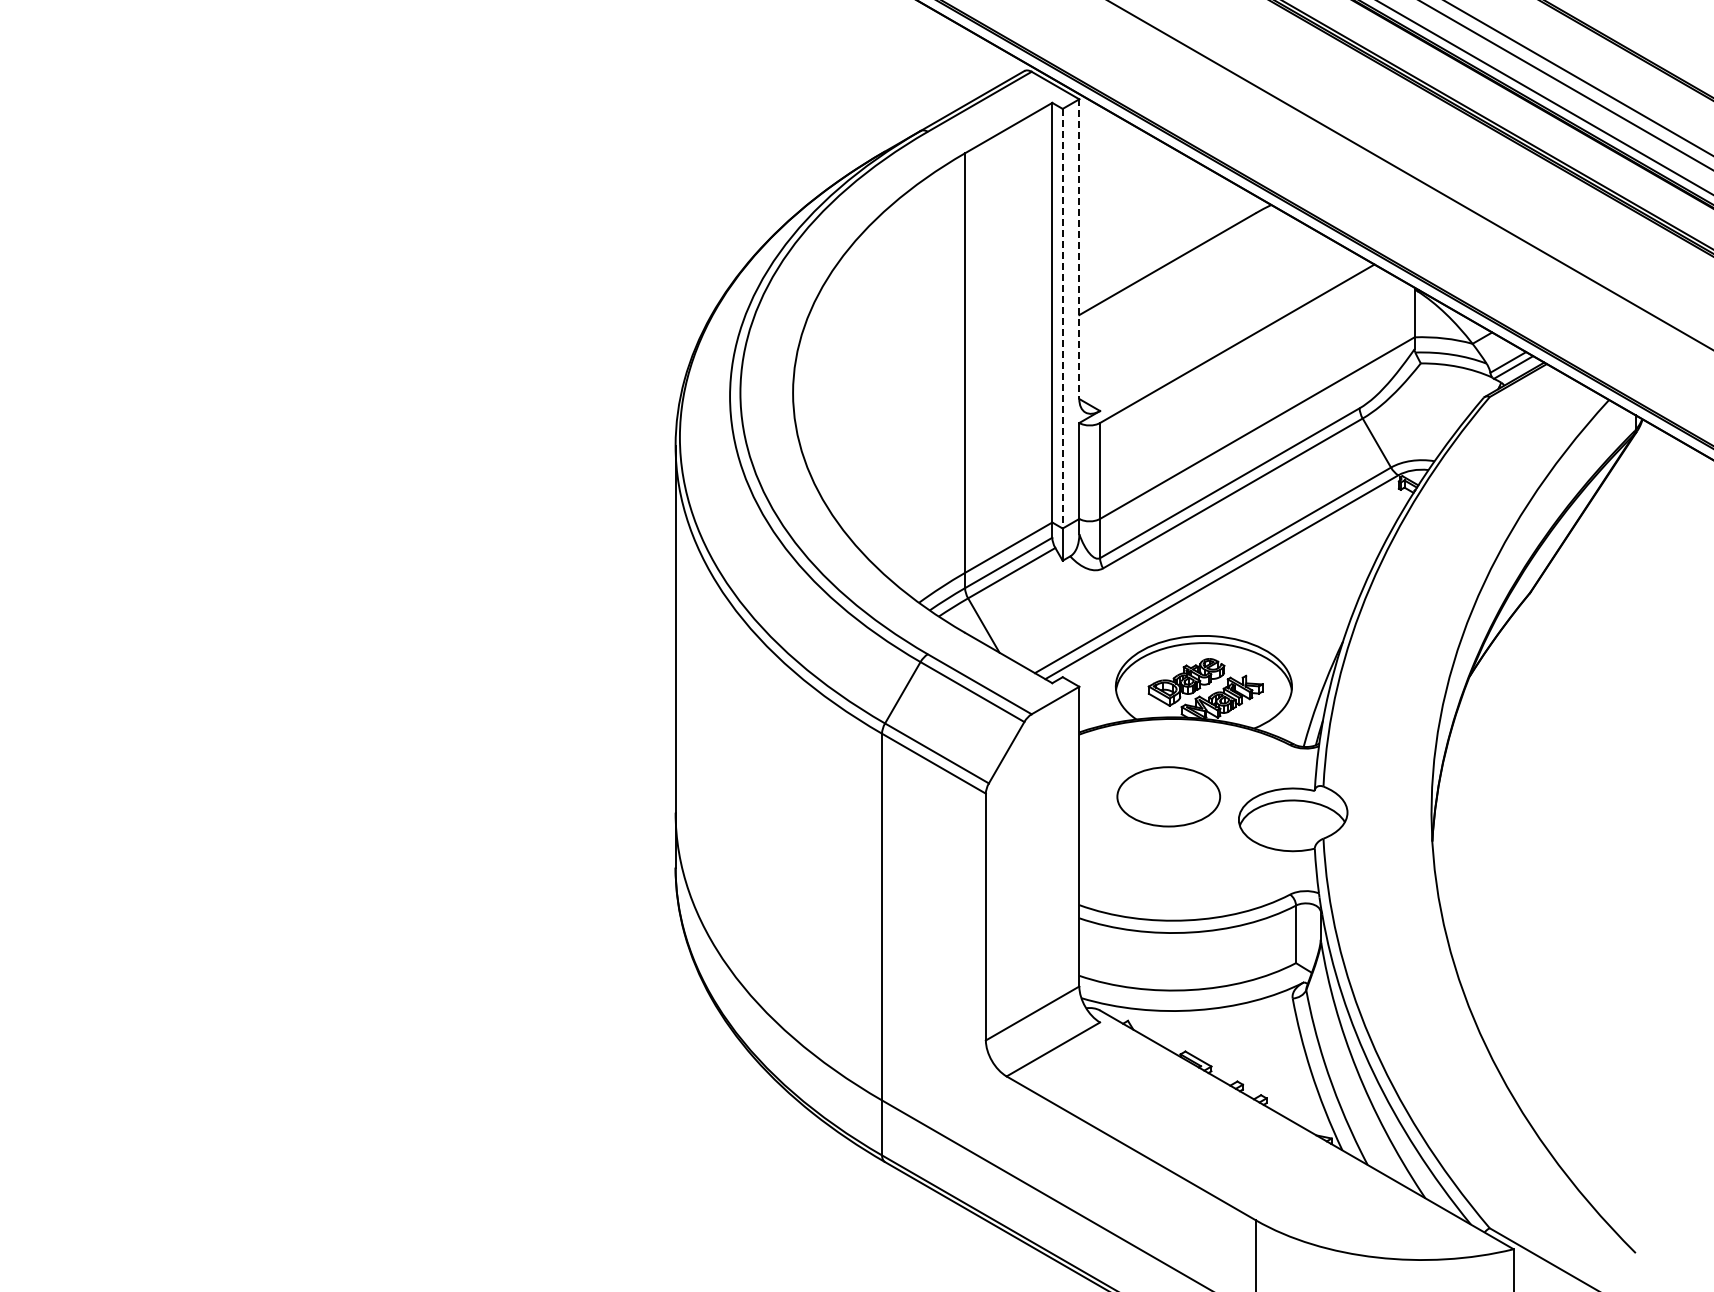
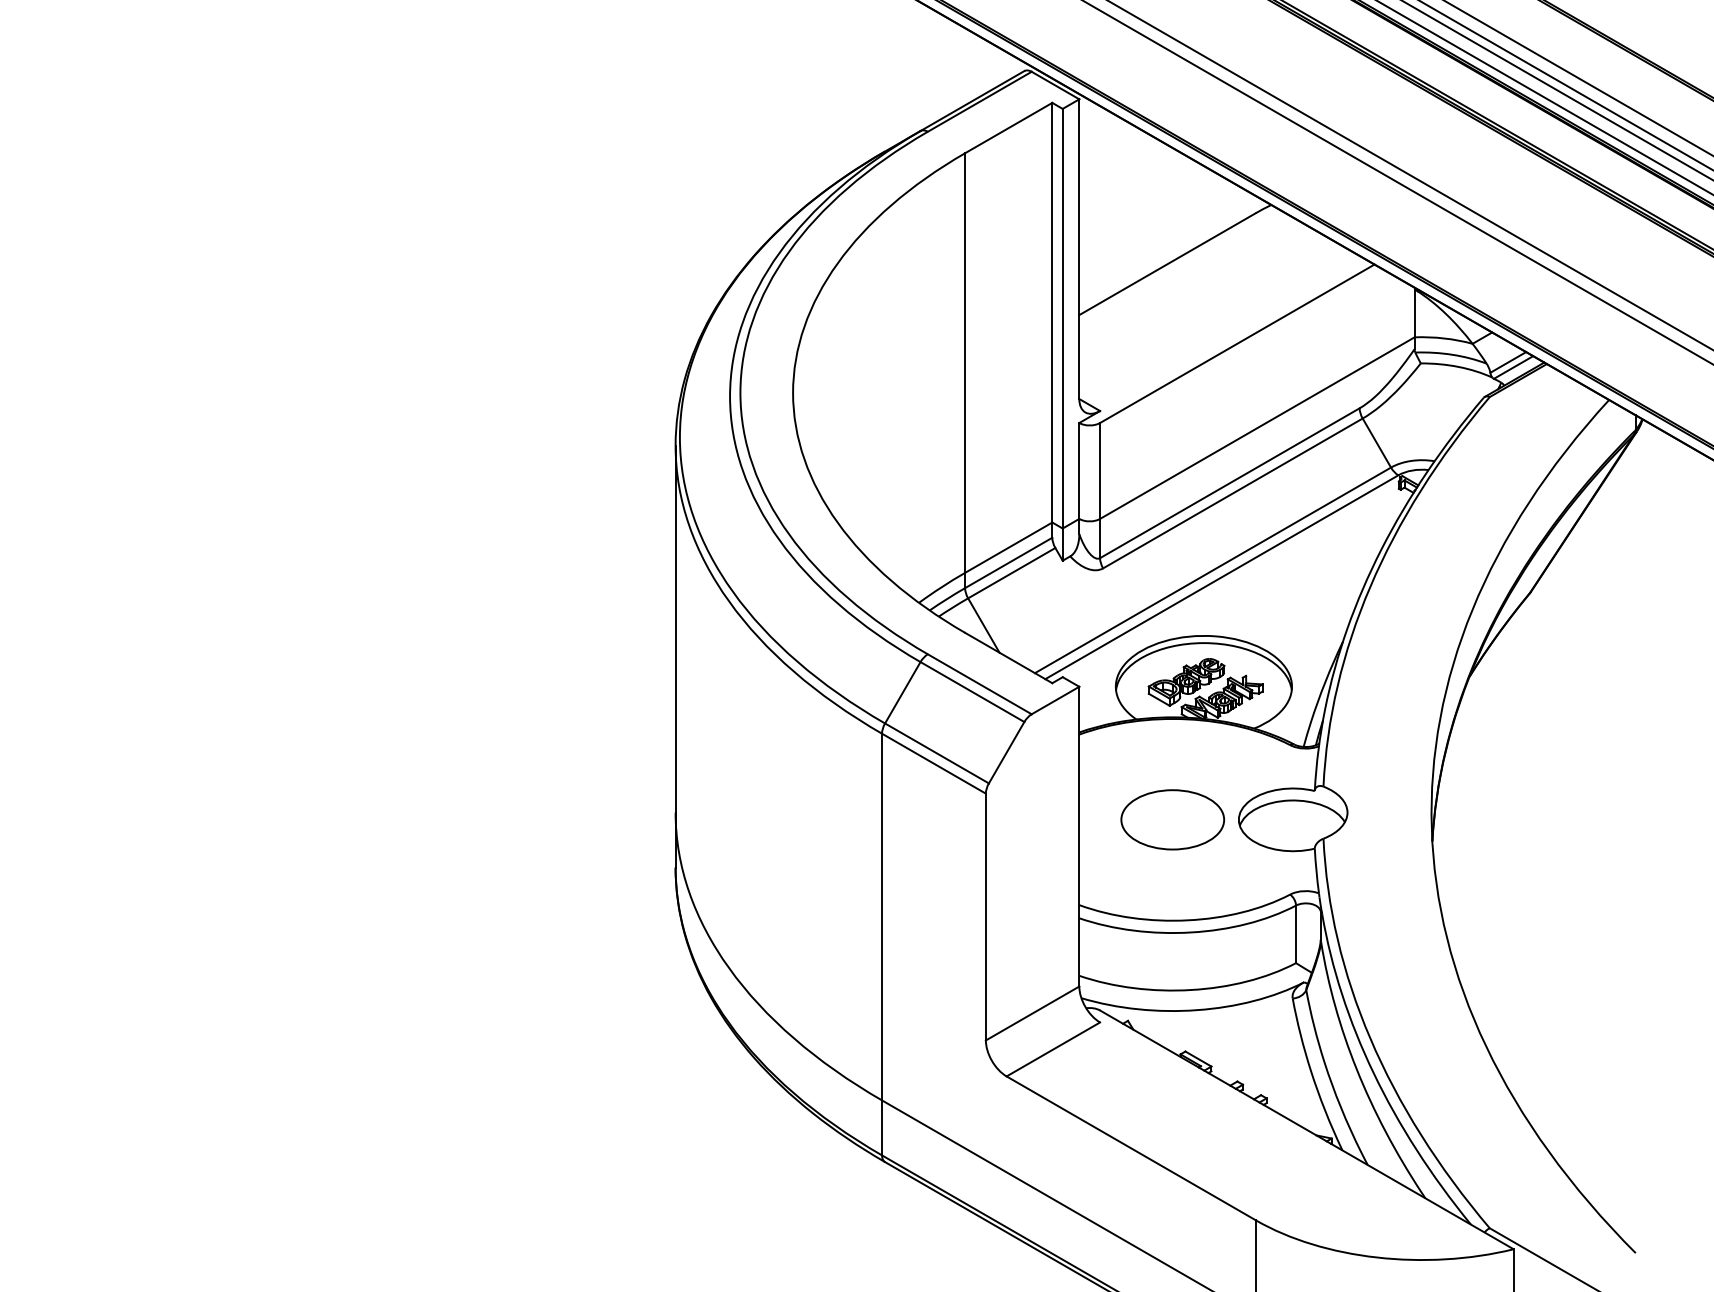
line at (1557, 90): none -> present
line at (1397, 182): none -> present
line at (1079, 249): dashed -> solid
line at (1062, 318): dashed -> solid
part at (1168, 796) position: (1168, 796) -> (1172, 819)
